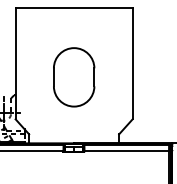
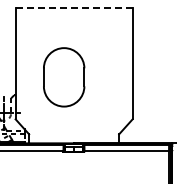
line at (73, 8): solid -> dashed
part at (74, 77) position: (74, 77) -> (64, 77)
